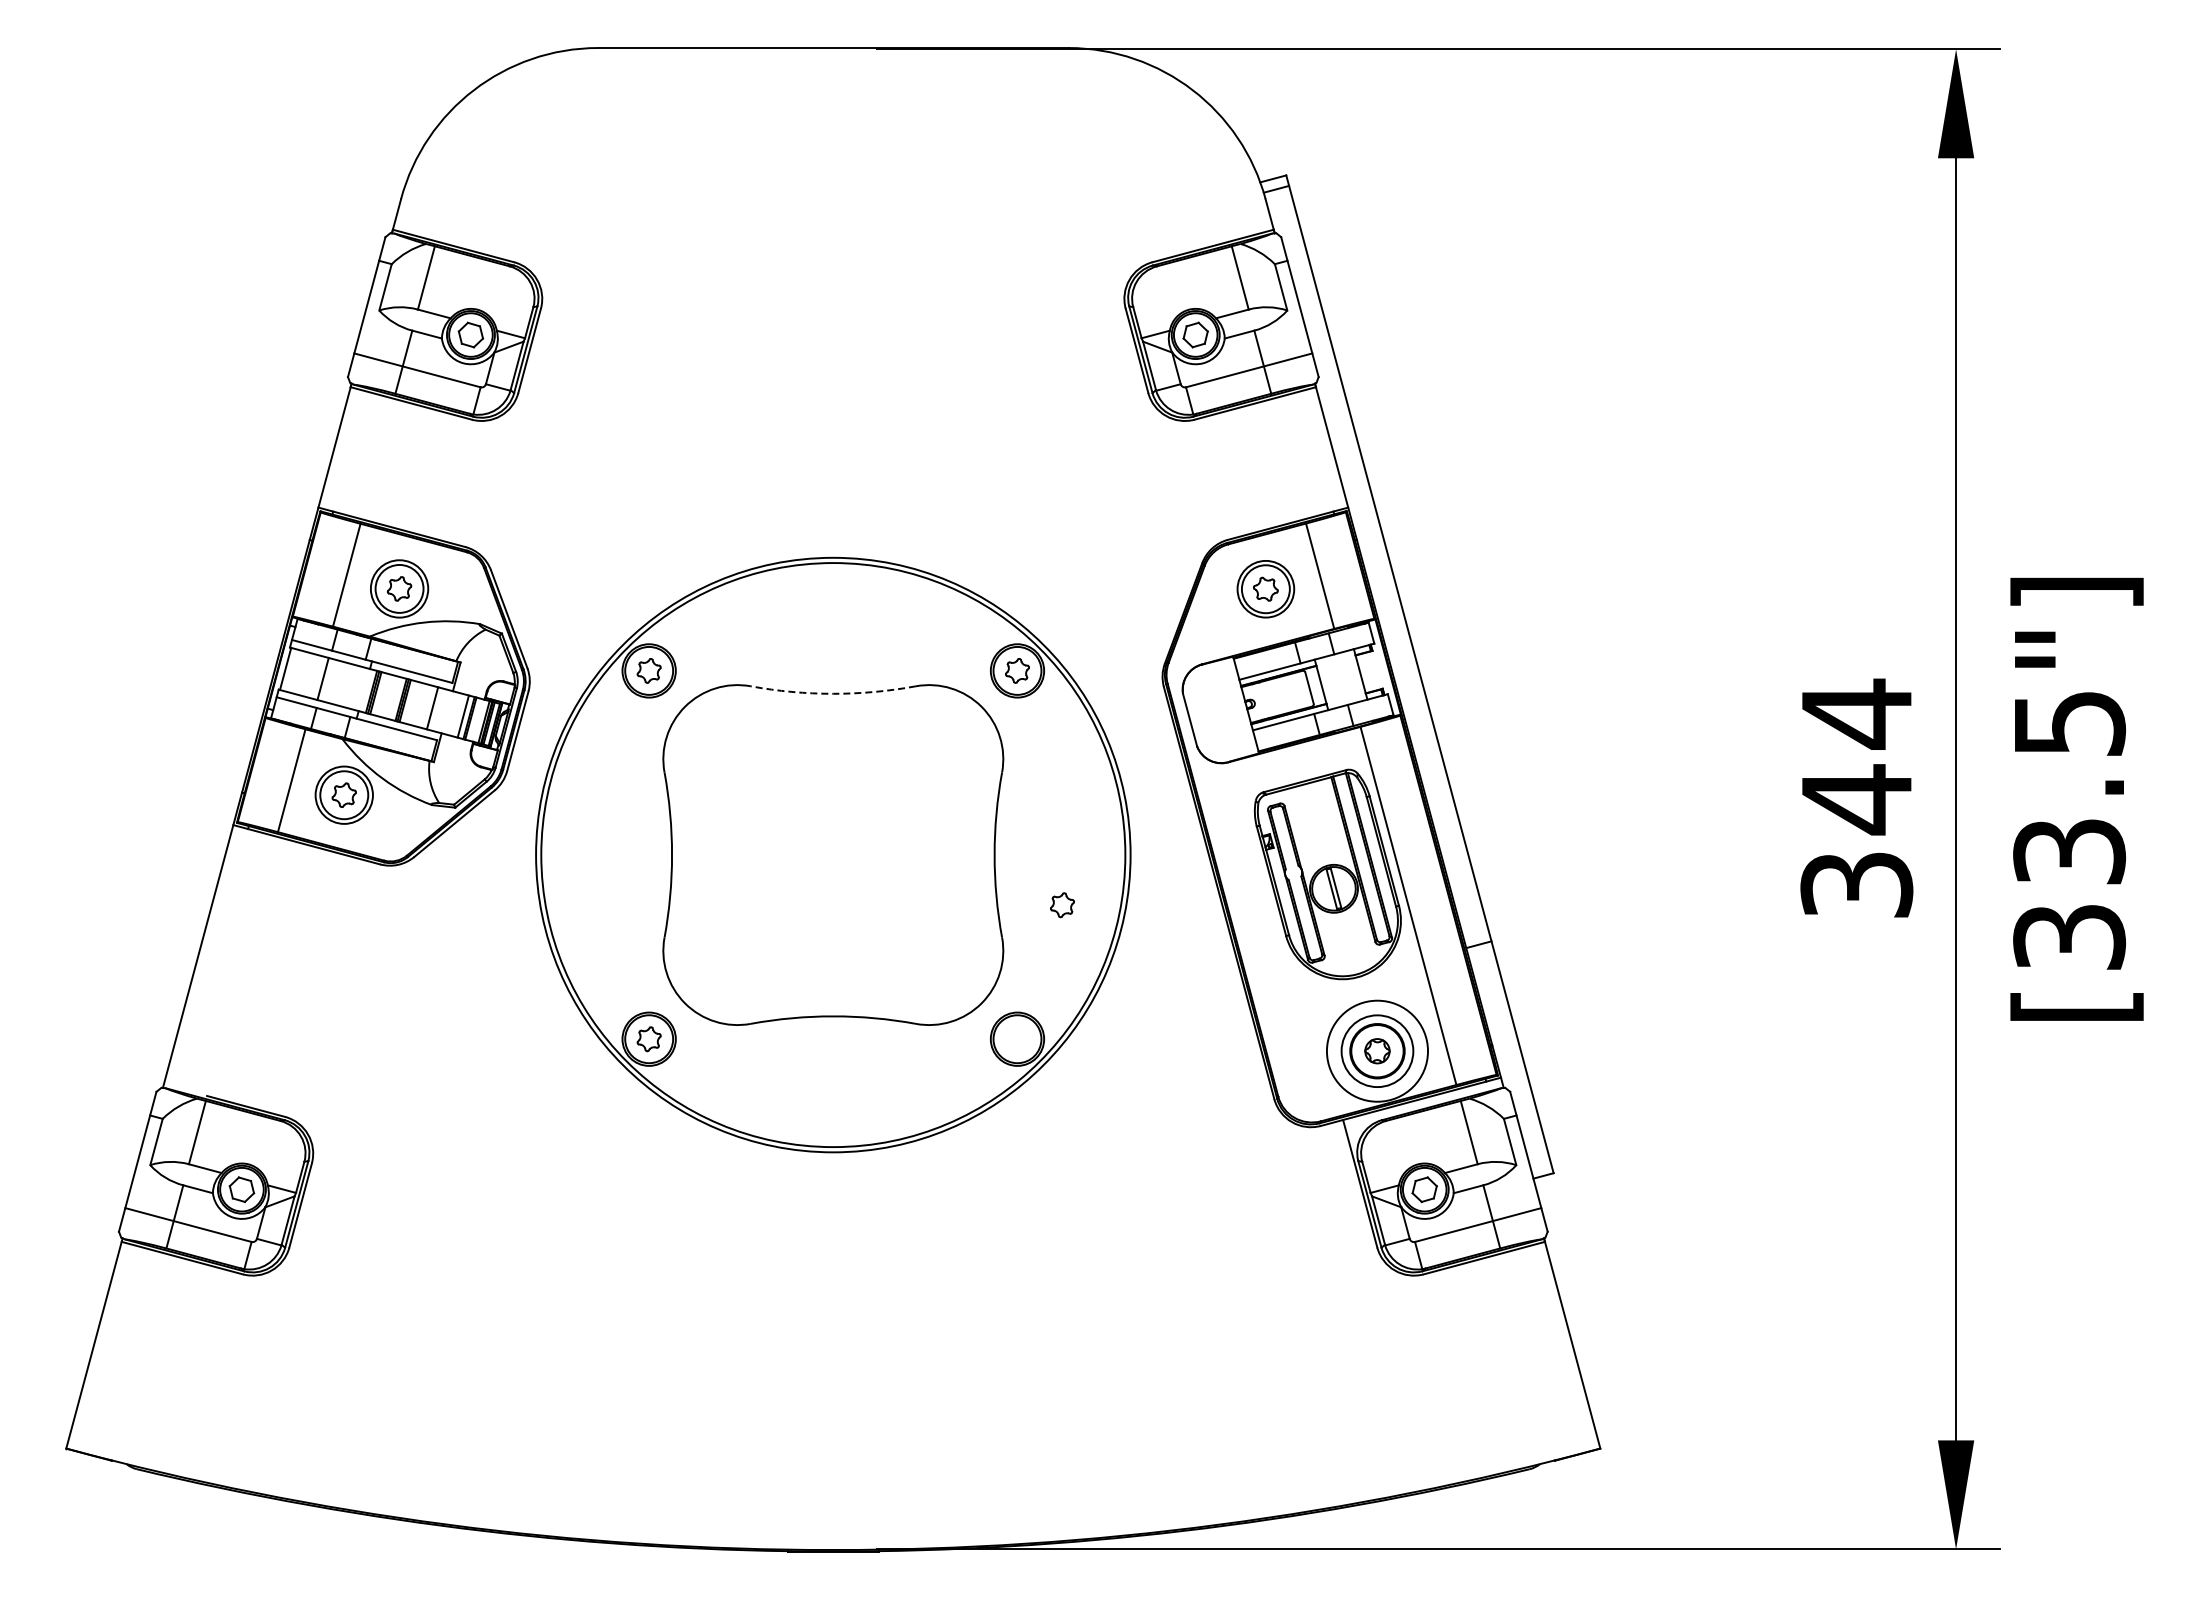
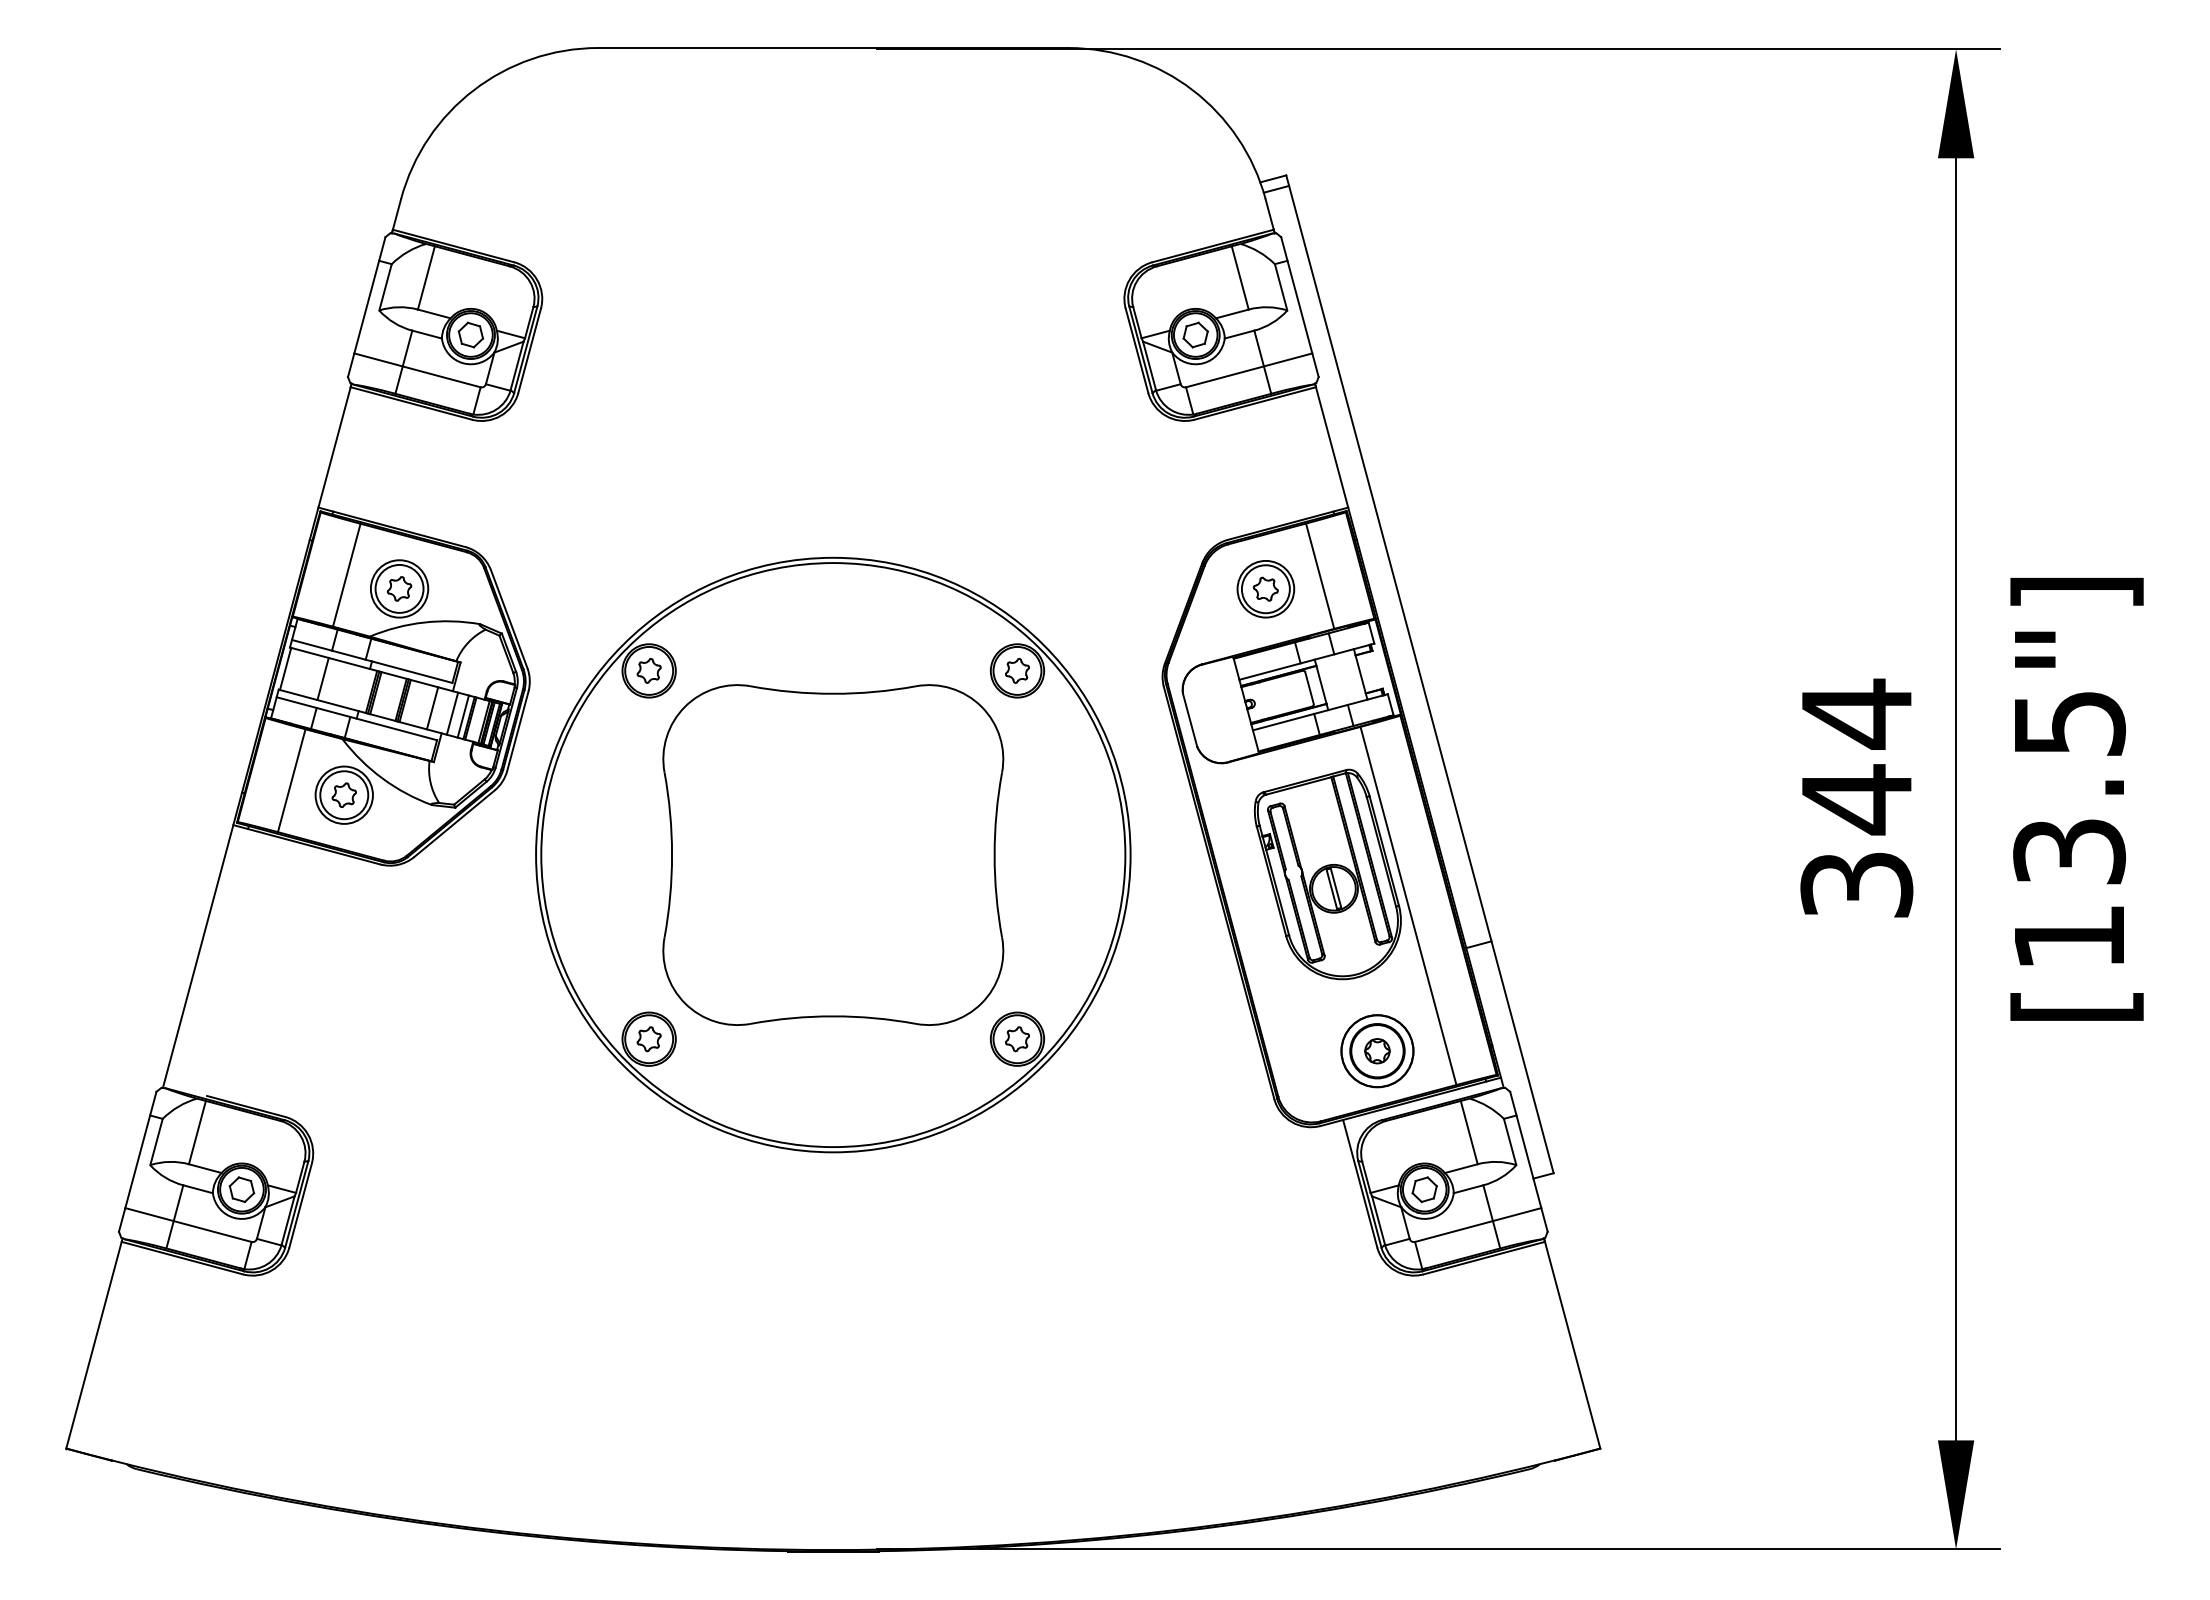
arc at (833, 693): dashed -> solid
line at (452, 713): none -> present
part at (1062, 905) position: (1062, 905) -> (1017, 1039)
text at (2069, 937): [33.5"] -> [13.5"]
circle at (1377, 1050) diameter: 101 px -> 72 px
